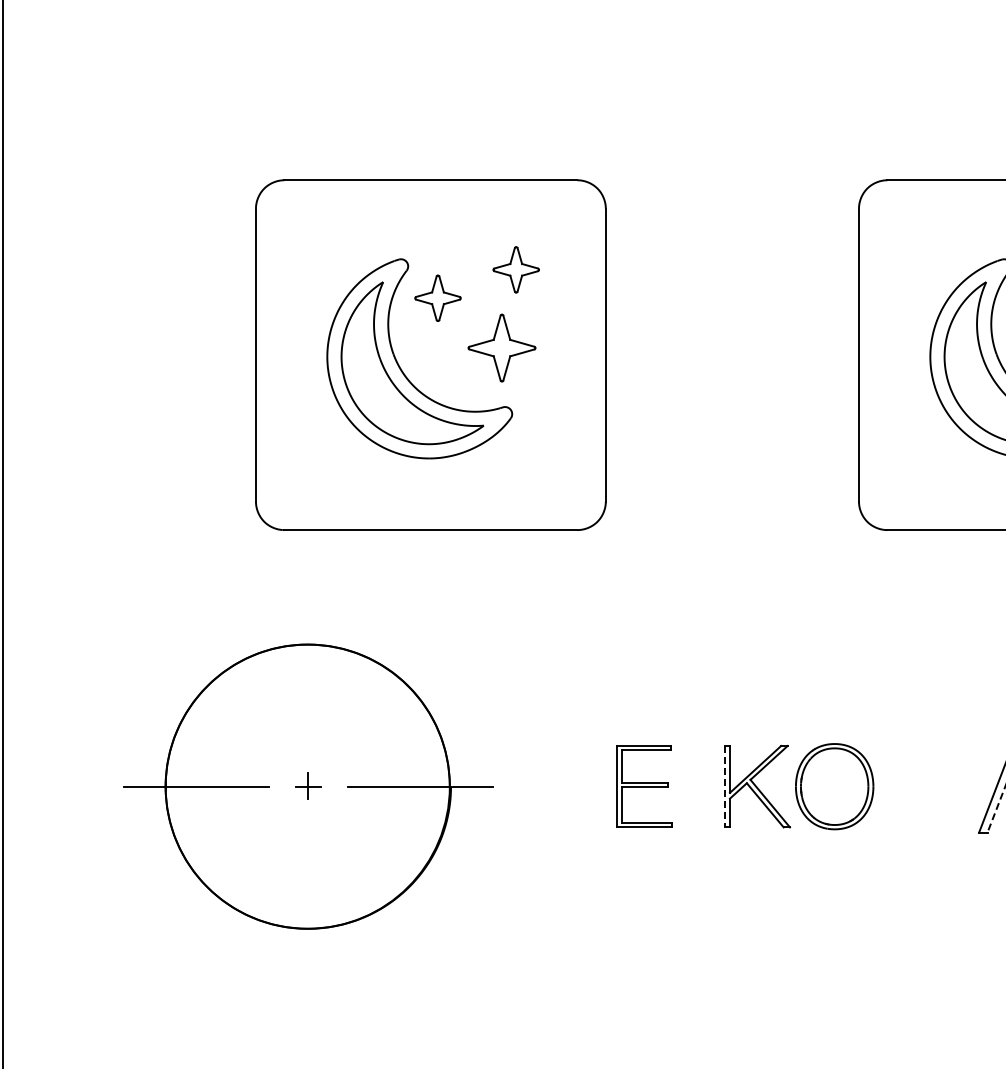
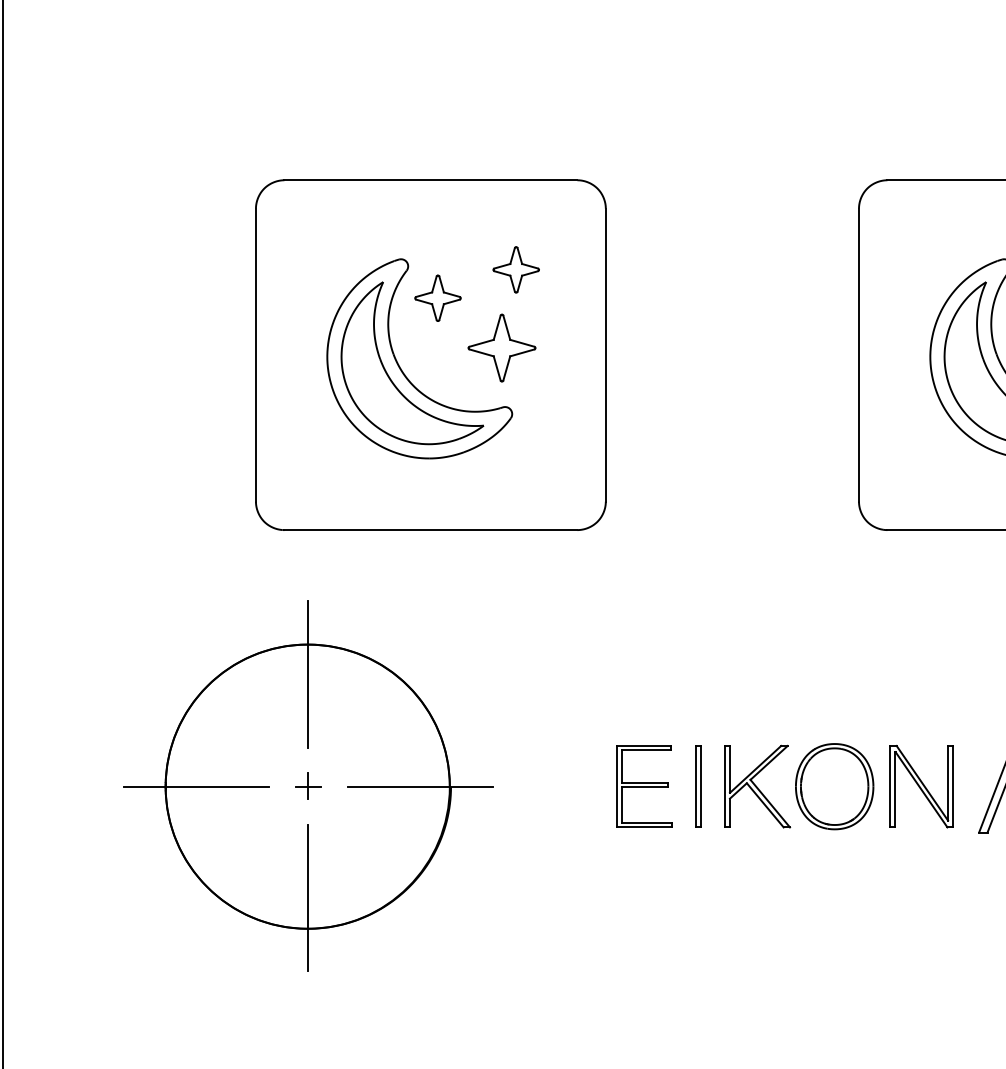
line at (307, 674): none -> present
part at (698, 786): none -> present
line at (724, 786): dashed -> solid
part at (921, 786): none -> present
line at (996, 809): dashed -> solid
line at (307, 897): none -> present
